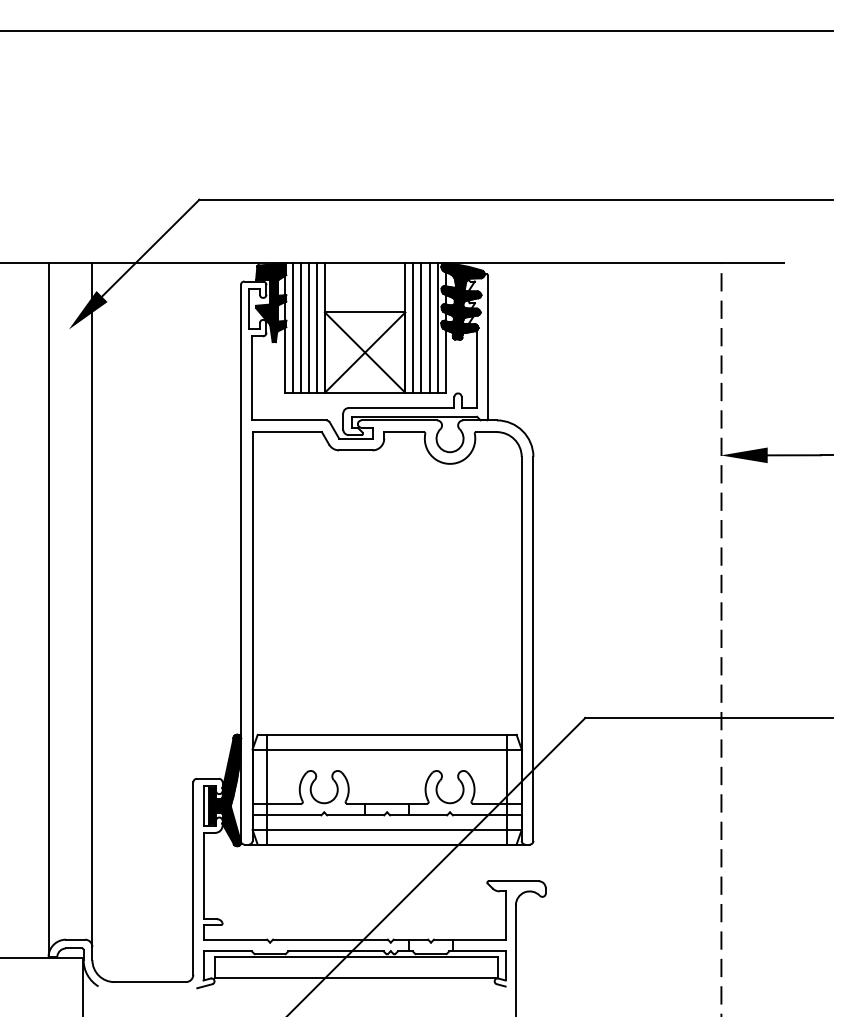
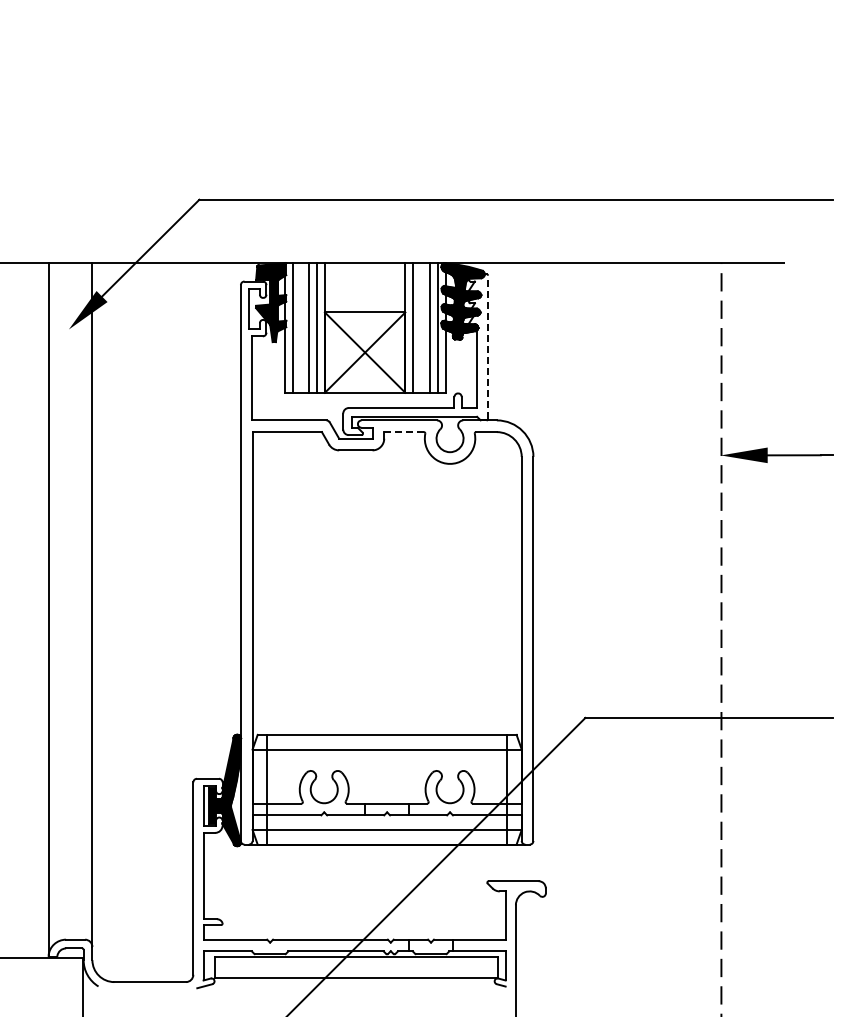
line at (417, 30): present -> none
line at (300, 327): present -> none
line at (421, 327): present -> none
line at (488, 347): solid -> dashed
line at (404, 432): solid -> dashed
